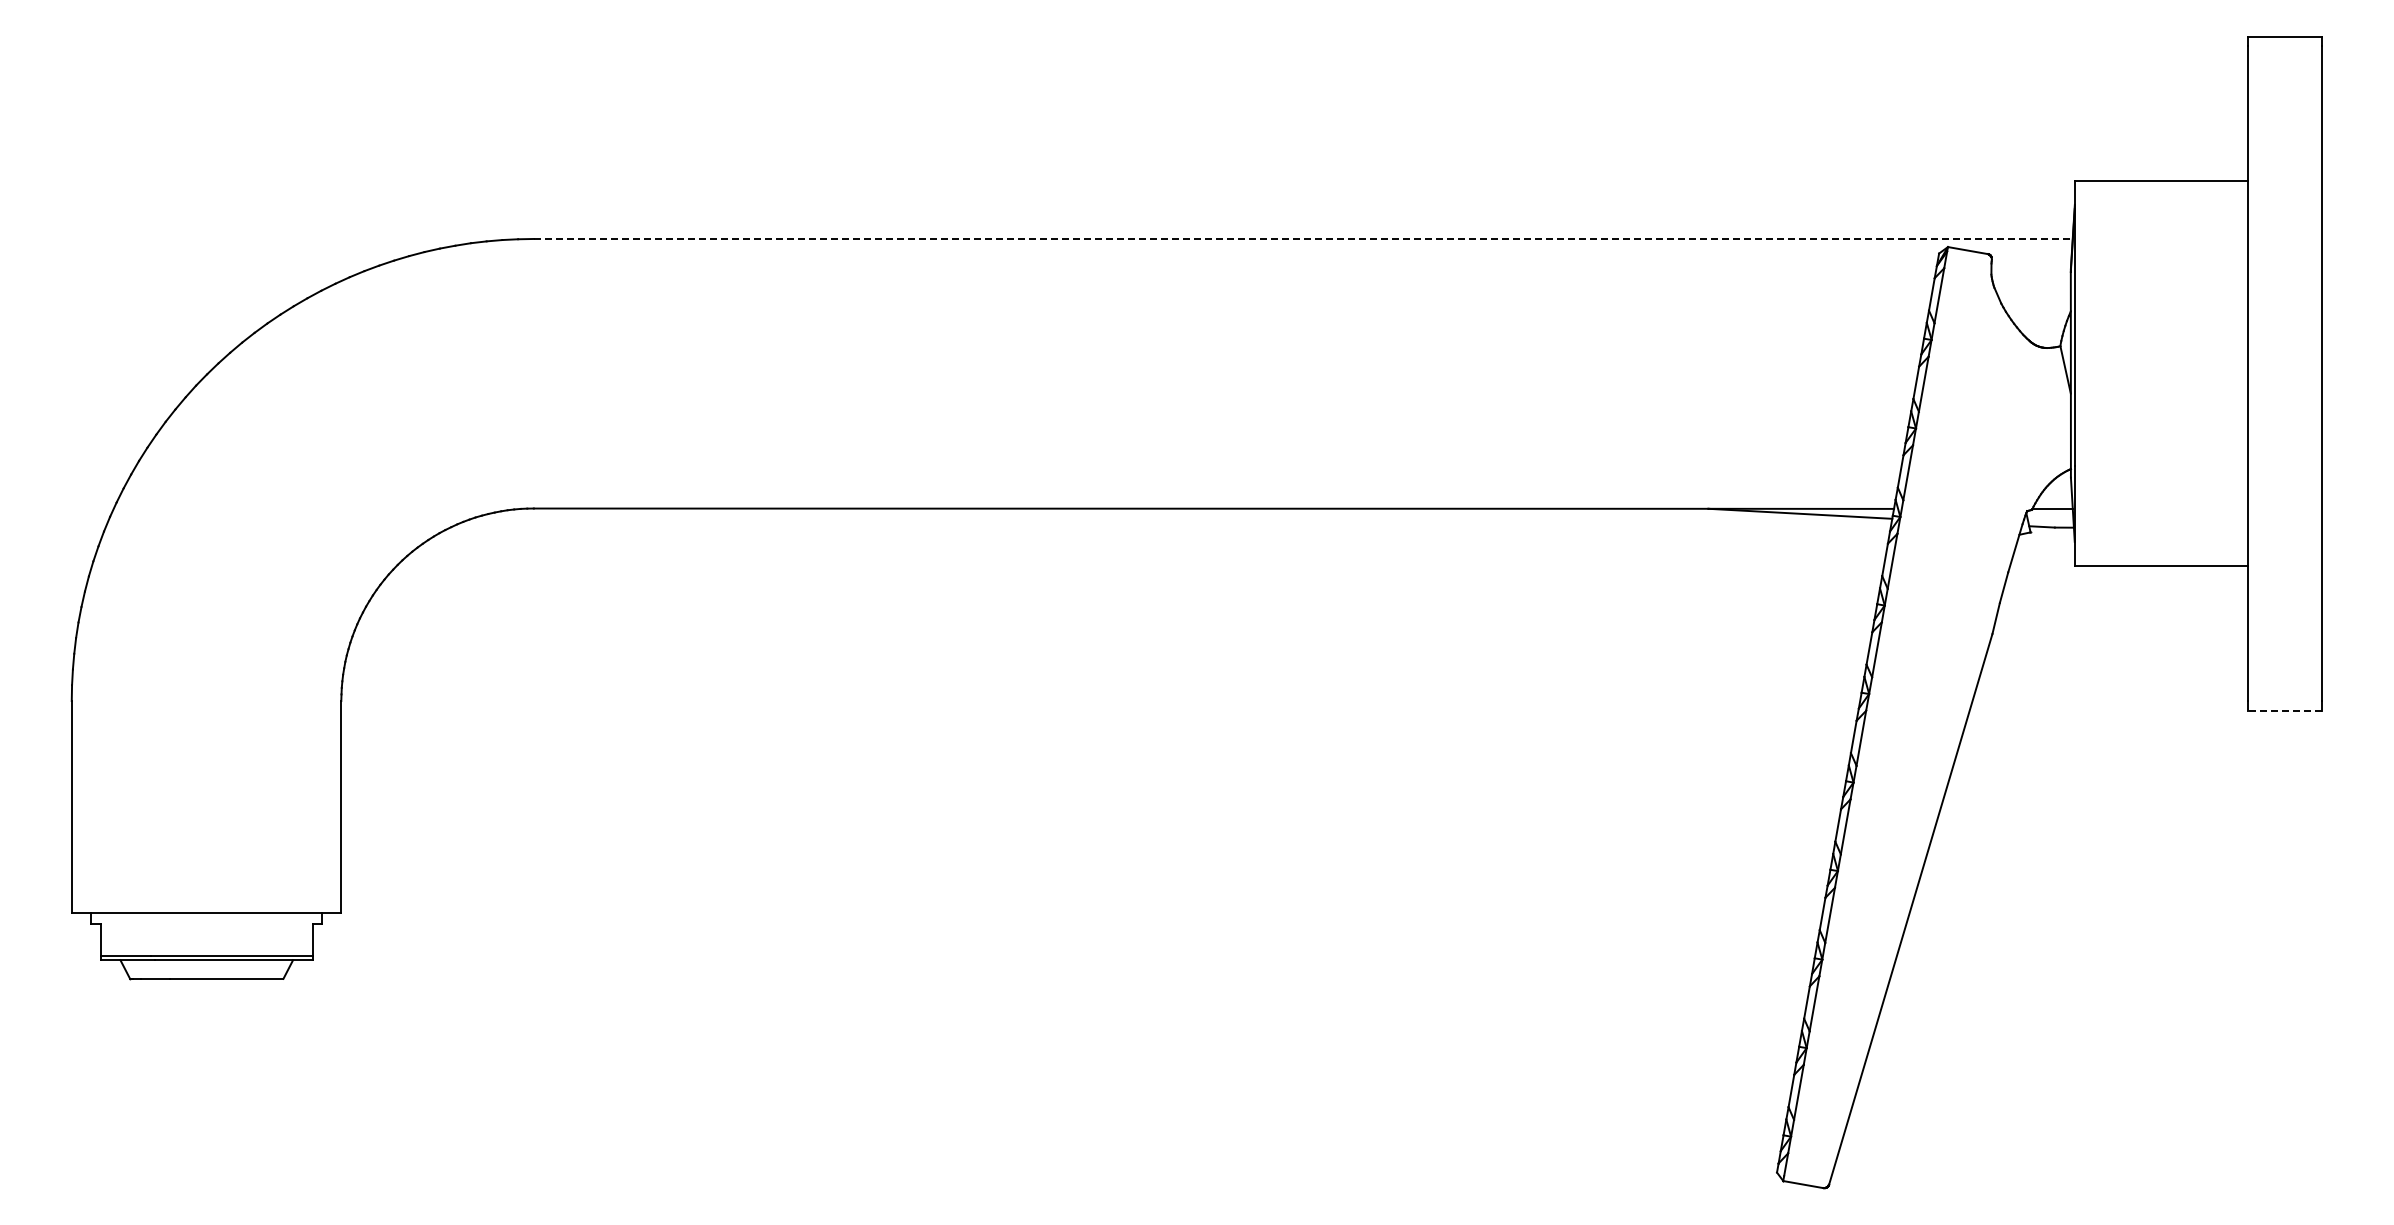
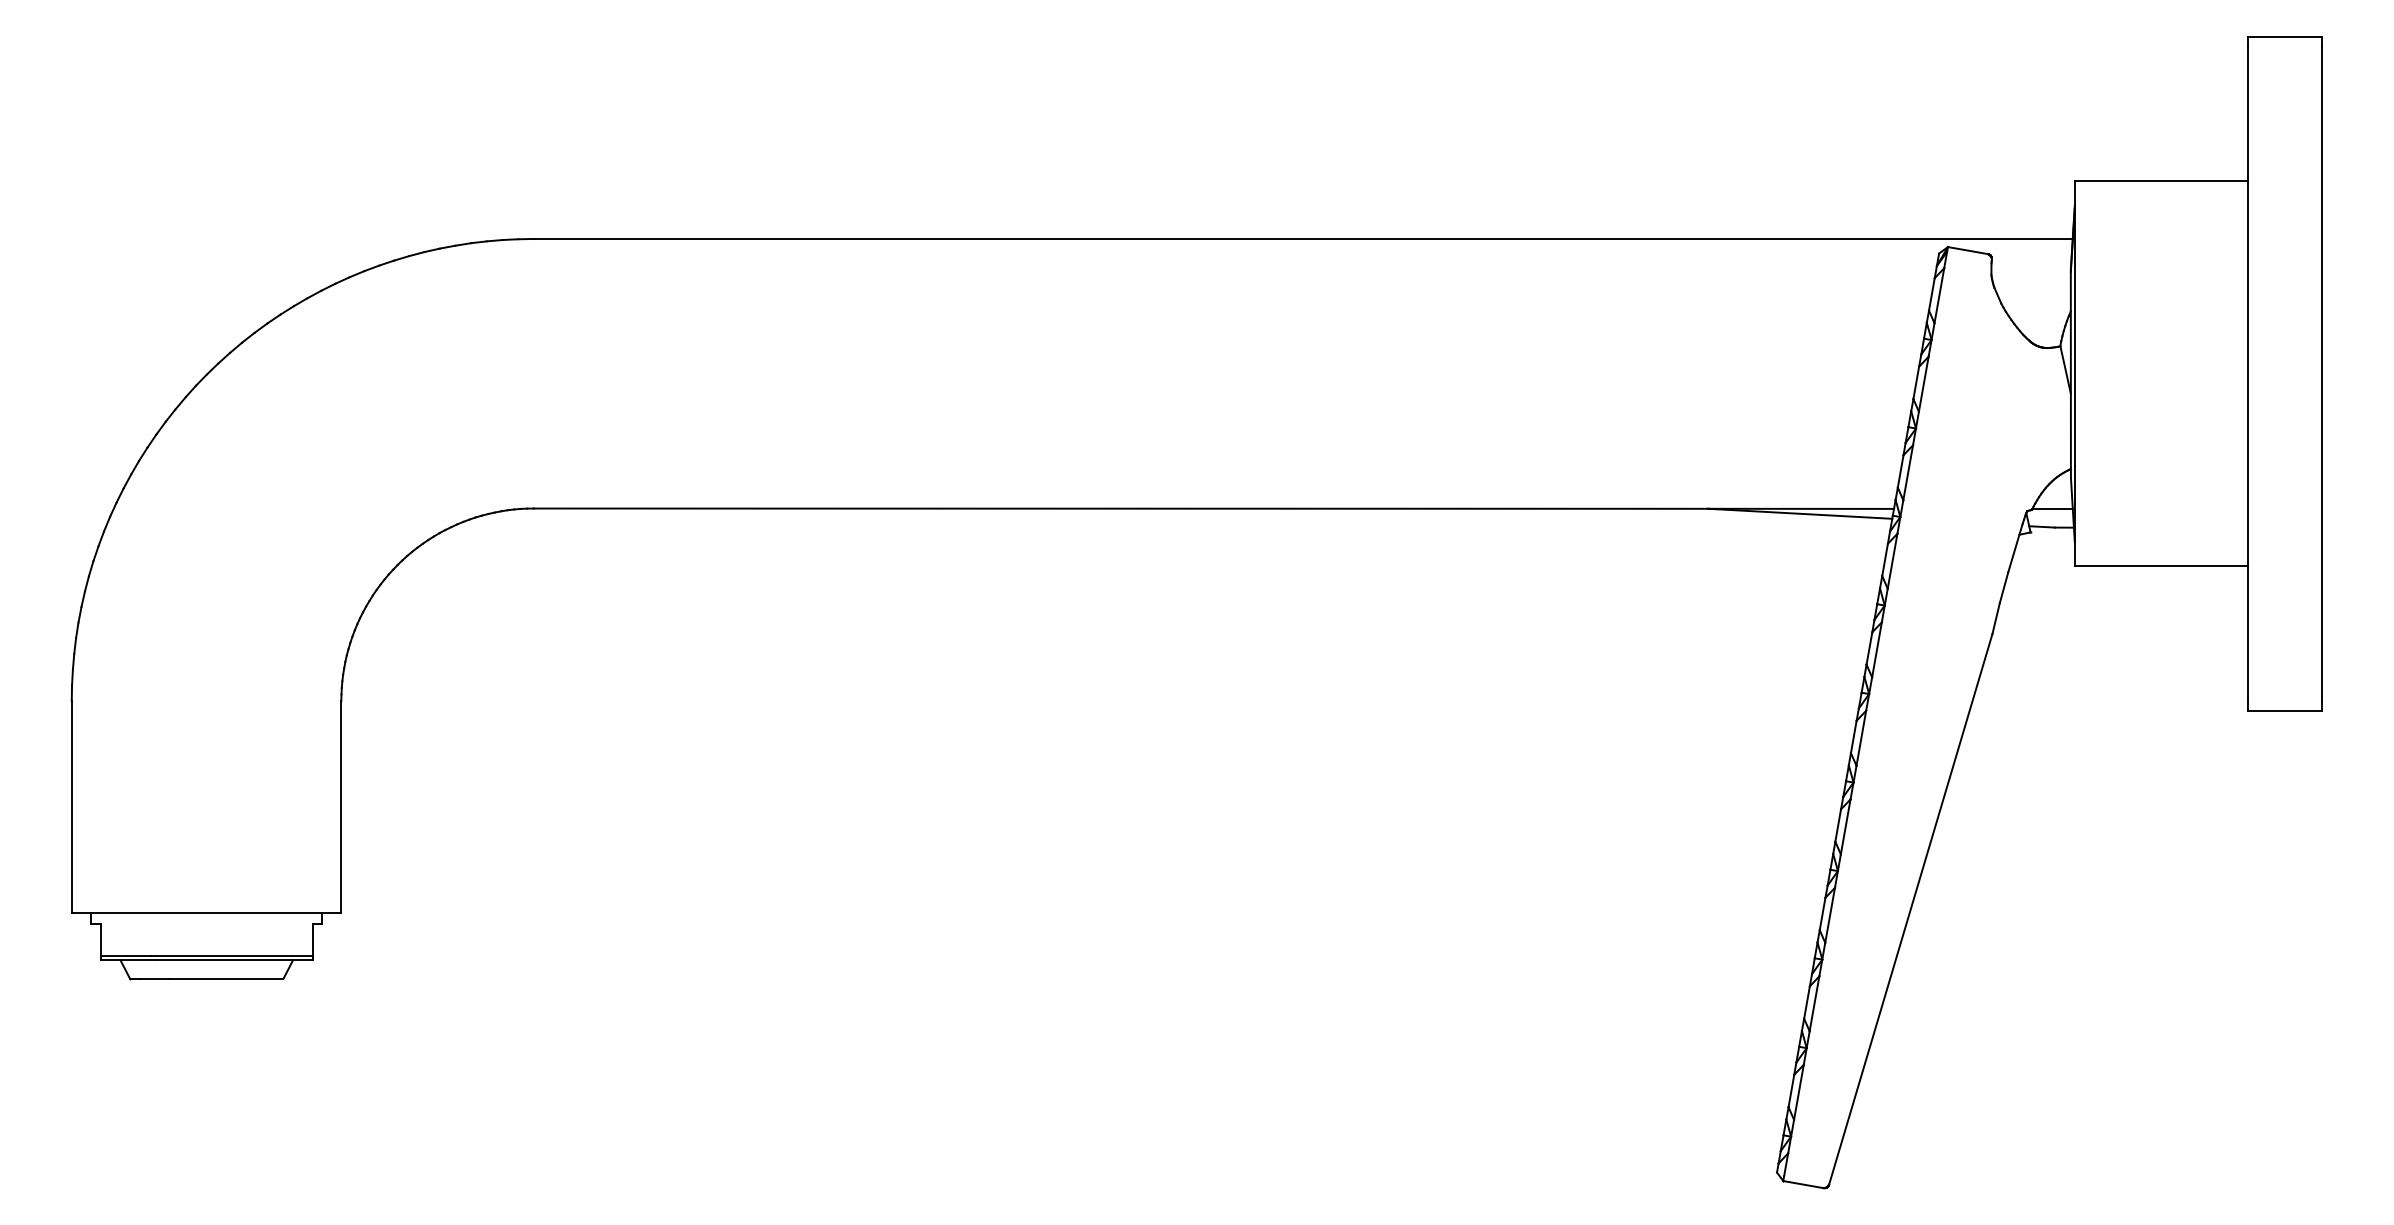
line at (1303, 238): dashed -> solid
line at (2284, 710): dashed -> solid
